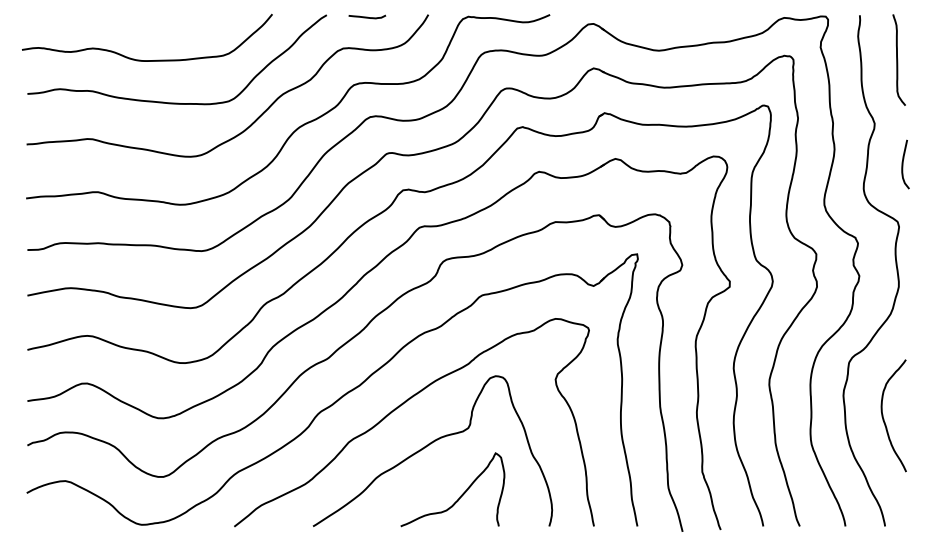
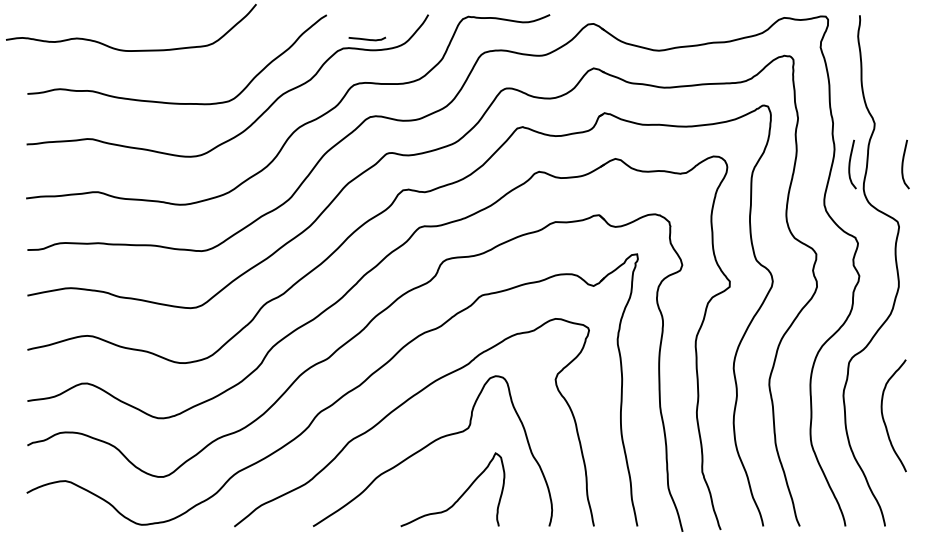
curve at (367, 16) position: (367, 16) -> (367, 38)
curve at (898, 59): present -> none
curve at (147, 60) position: (147, 60) -> (131, 50)
curve at (850, 164): none -> present
